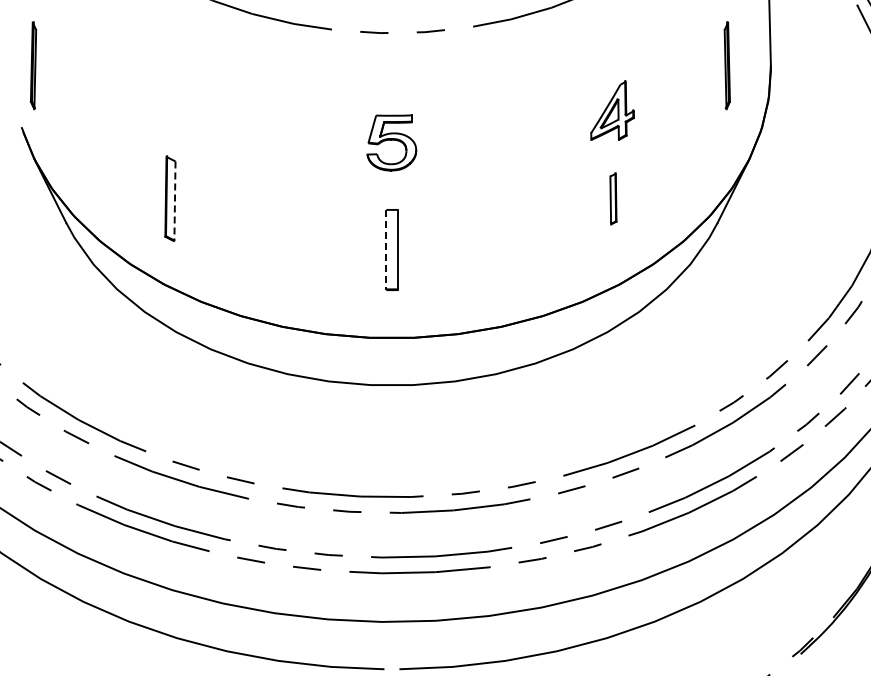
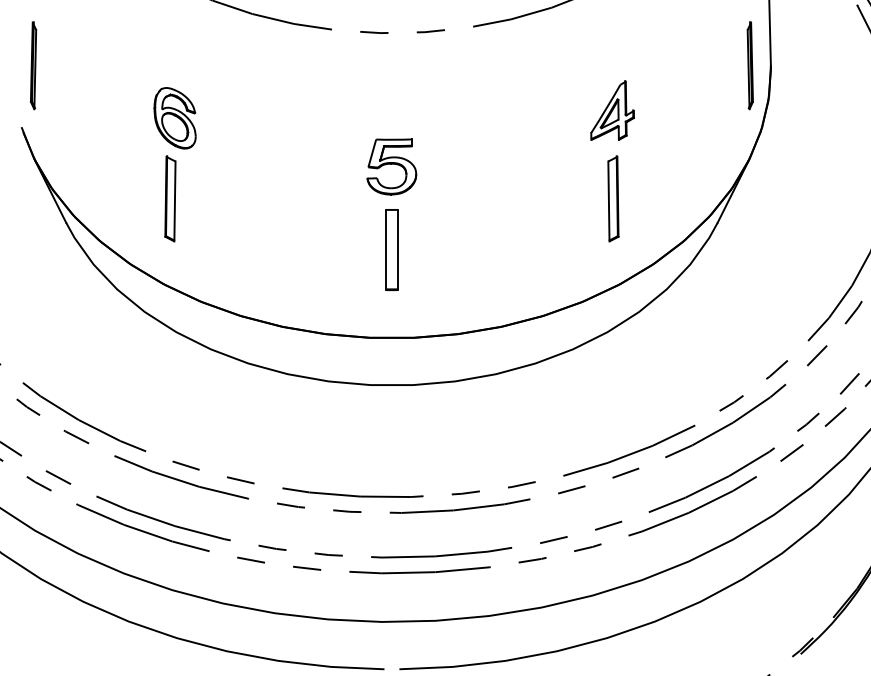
part at (726, 65) position: (726, 65) -> (749, 65)
part at (174, 118): none -> present
part at (391, 142) position: (391, 142) -> (391, 166)
part at (613, 198) size: 9x54 px -> 13x88 px
line at (174, 201): dashed -> solid
line at (386, 250): dashed -> solid
